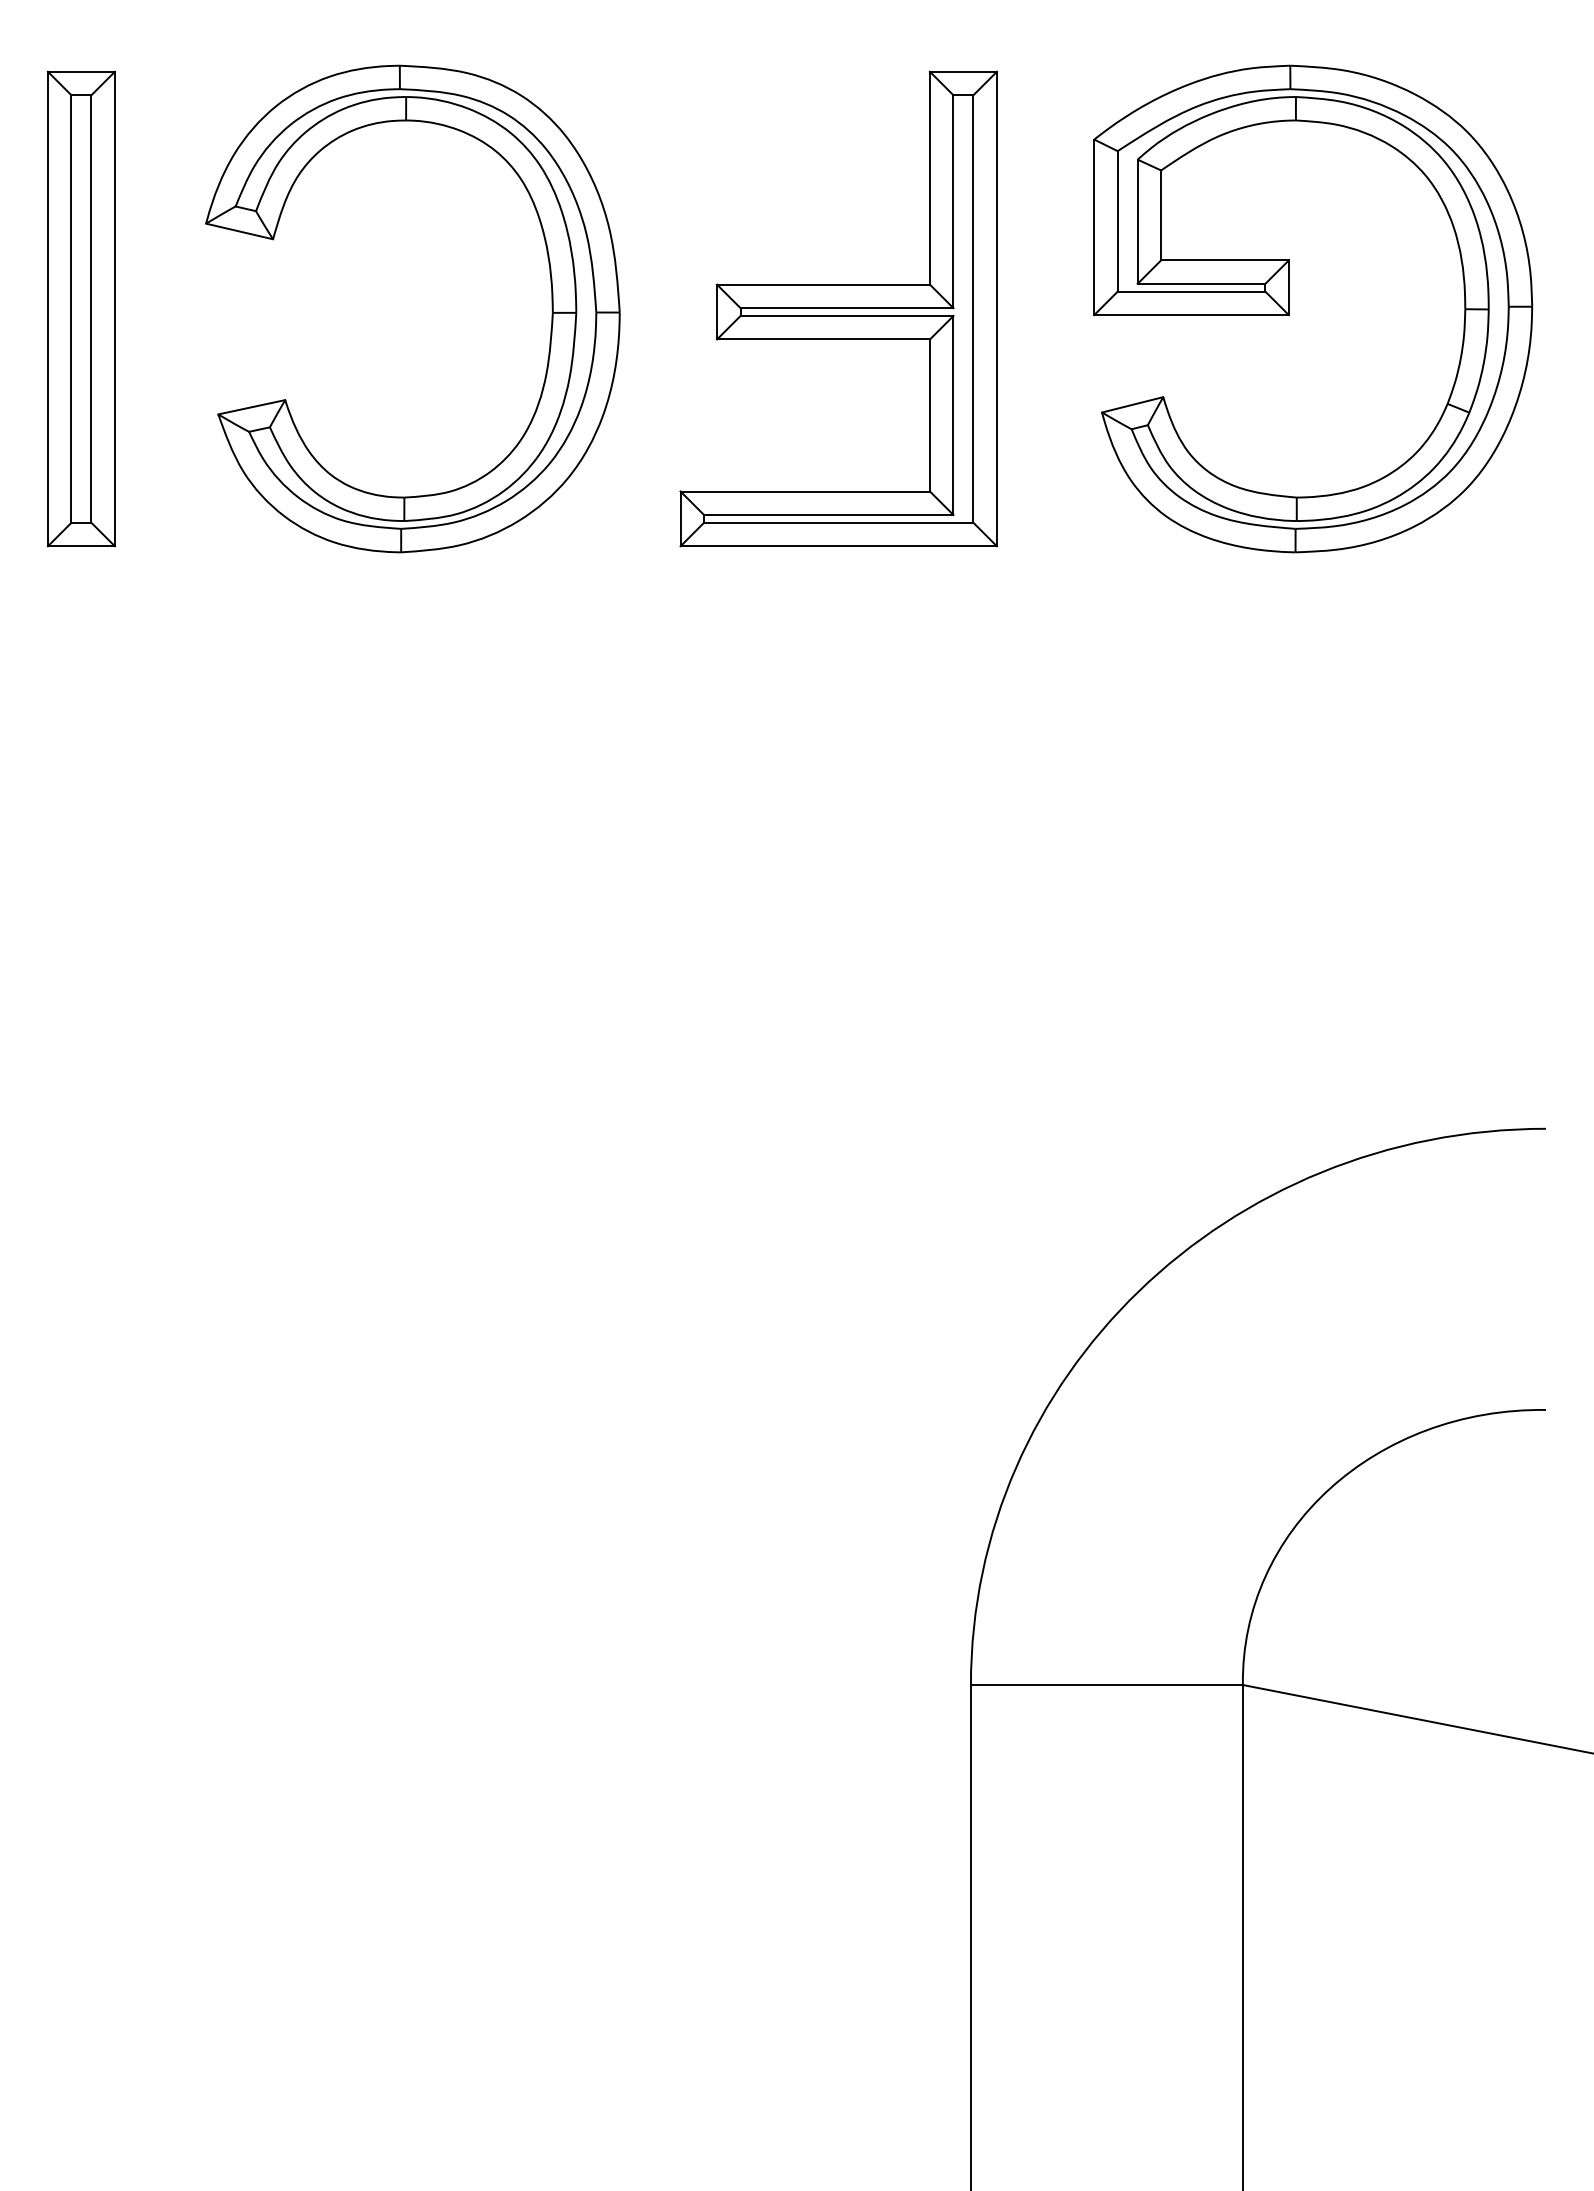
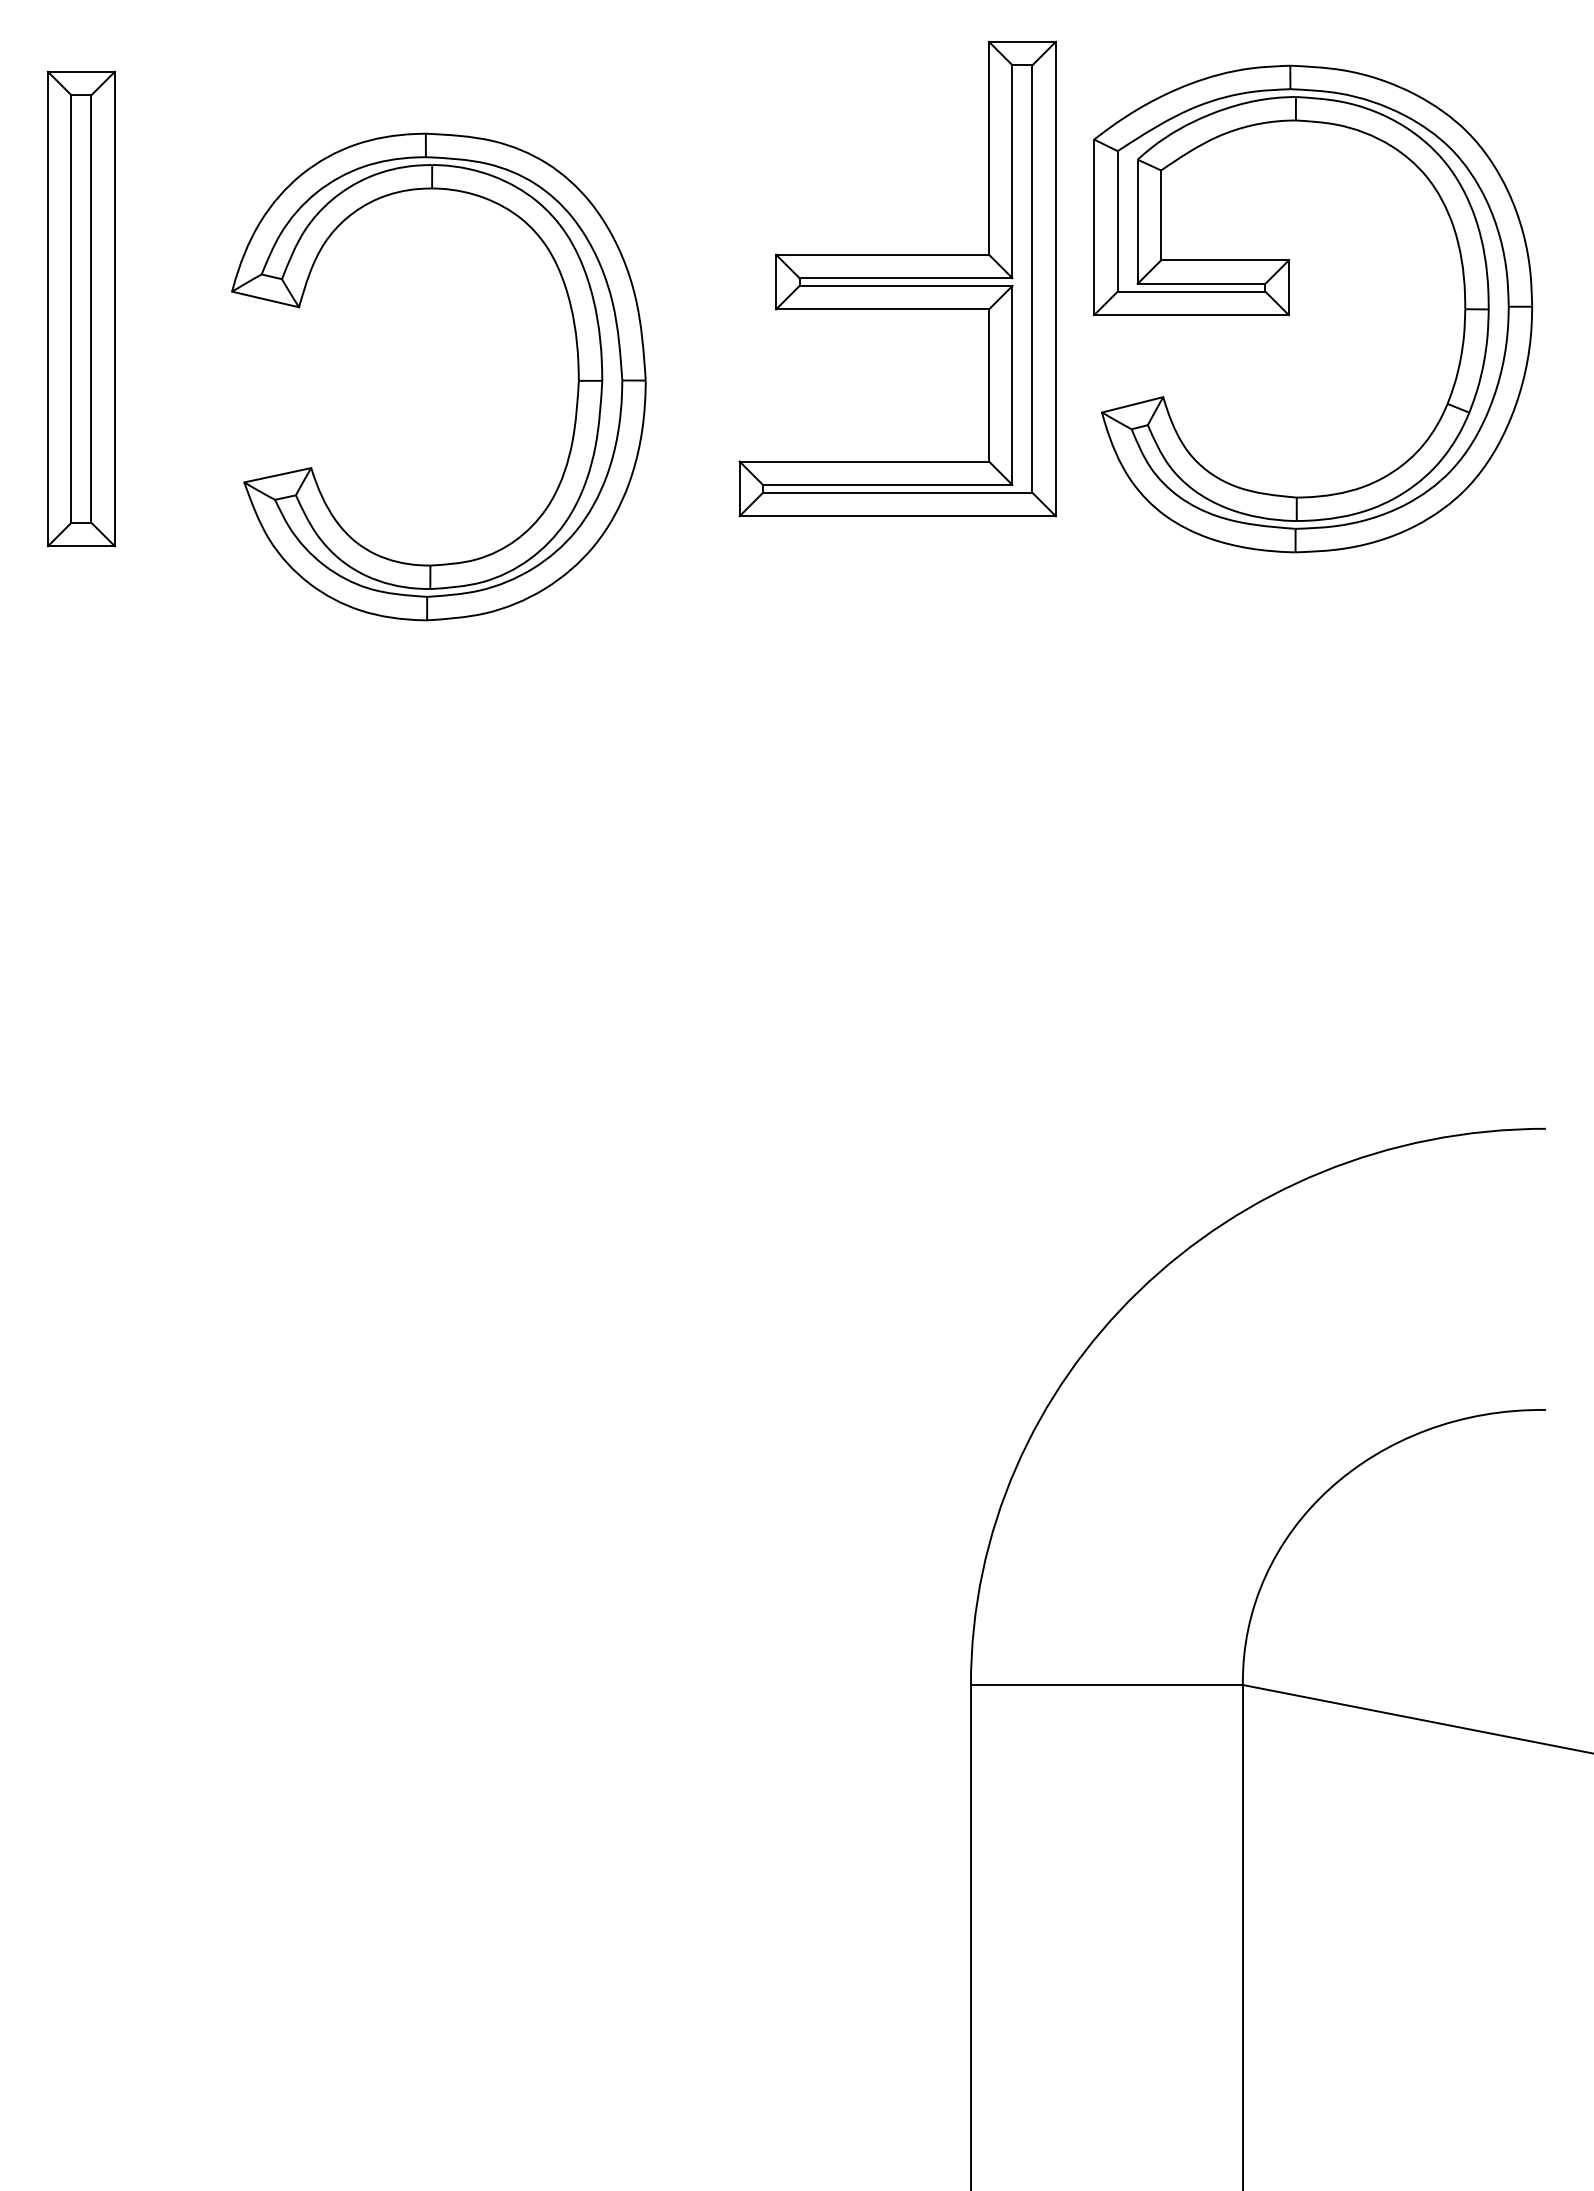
part at (551, 308) position: (551, 308) -> (577, 376)
part at (838, 308) position: (838, 308) -> (897, 278)
